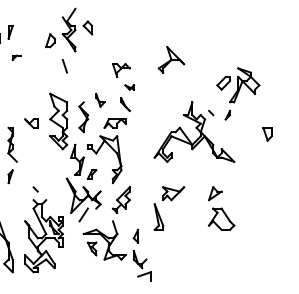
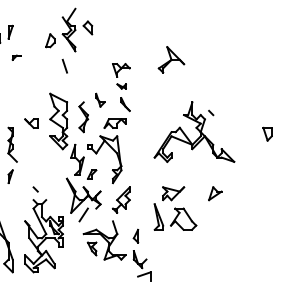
part at (129, 87) position: (129, 87) -> (121, 86)
part at (238, 93): present -> none
part at (221, 218) position: (221, 218) -> (183, 218)
